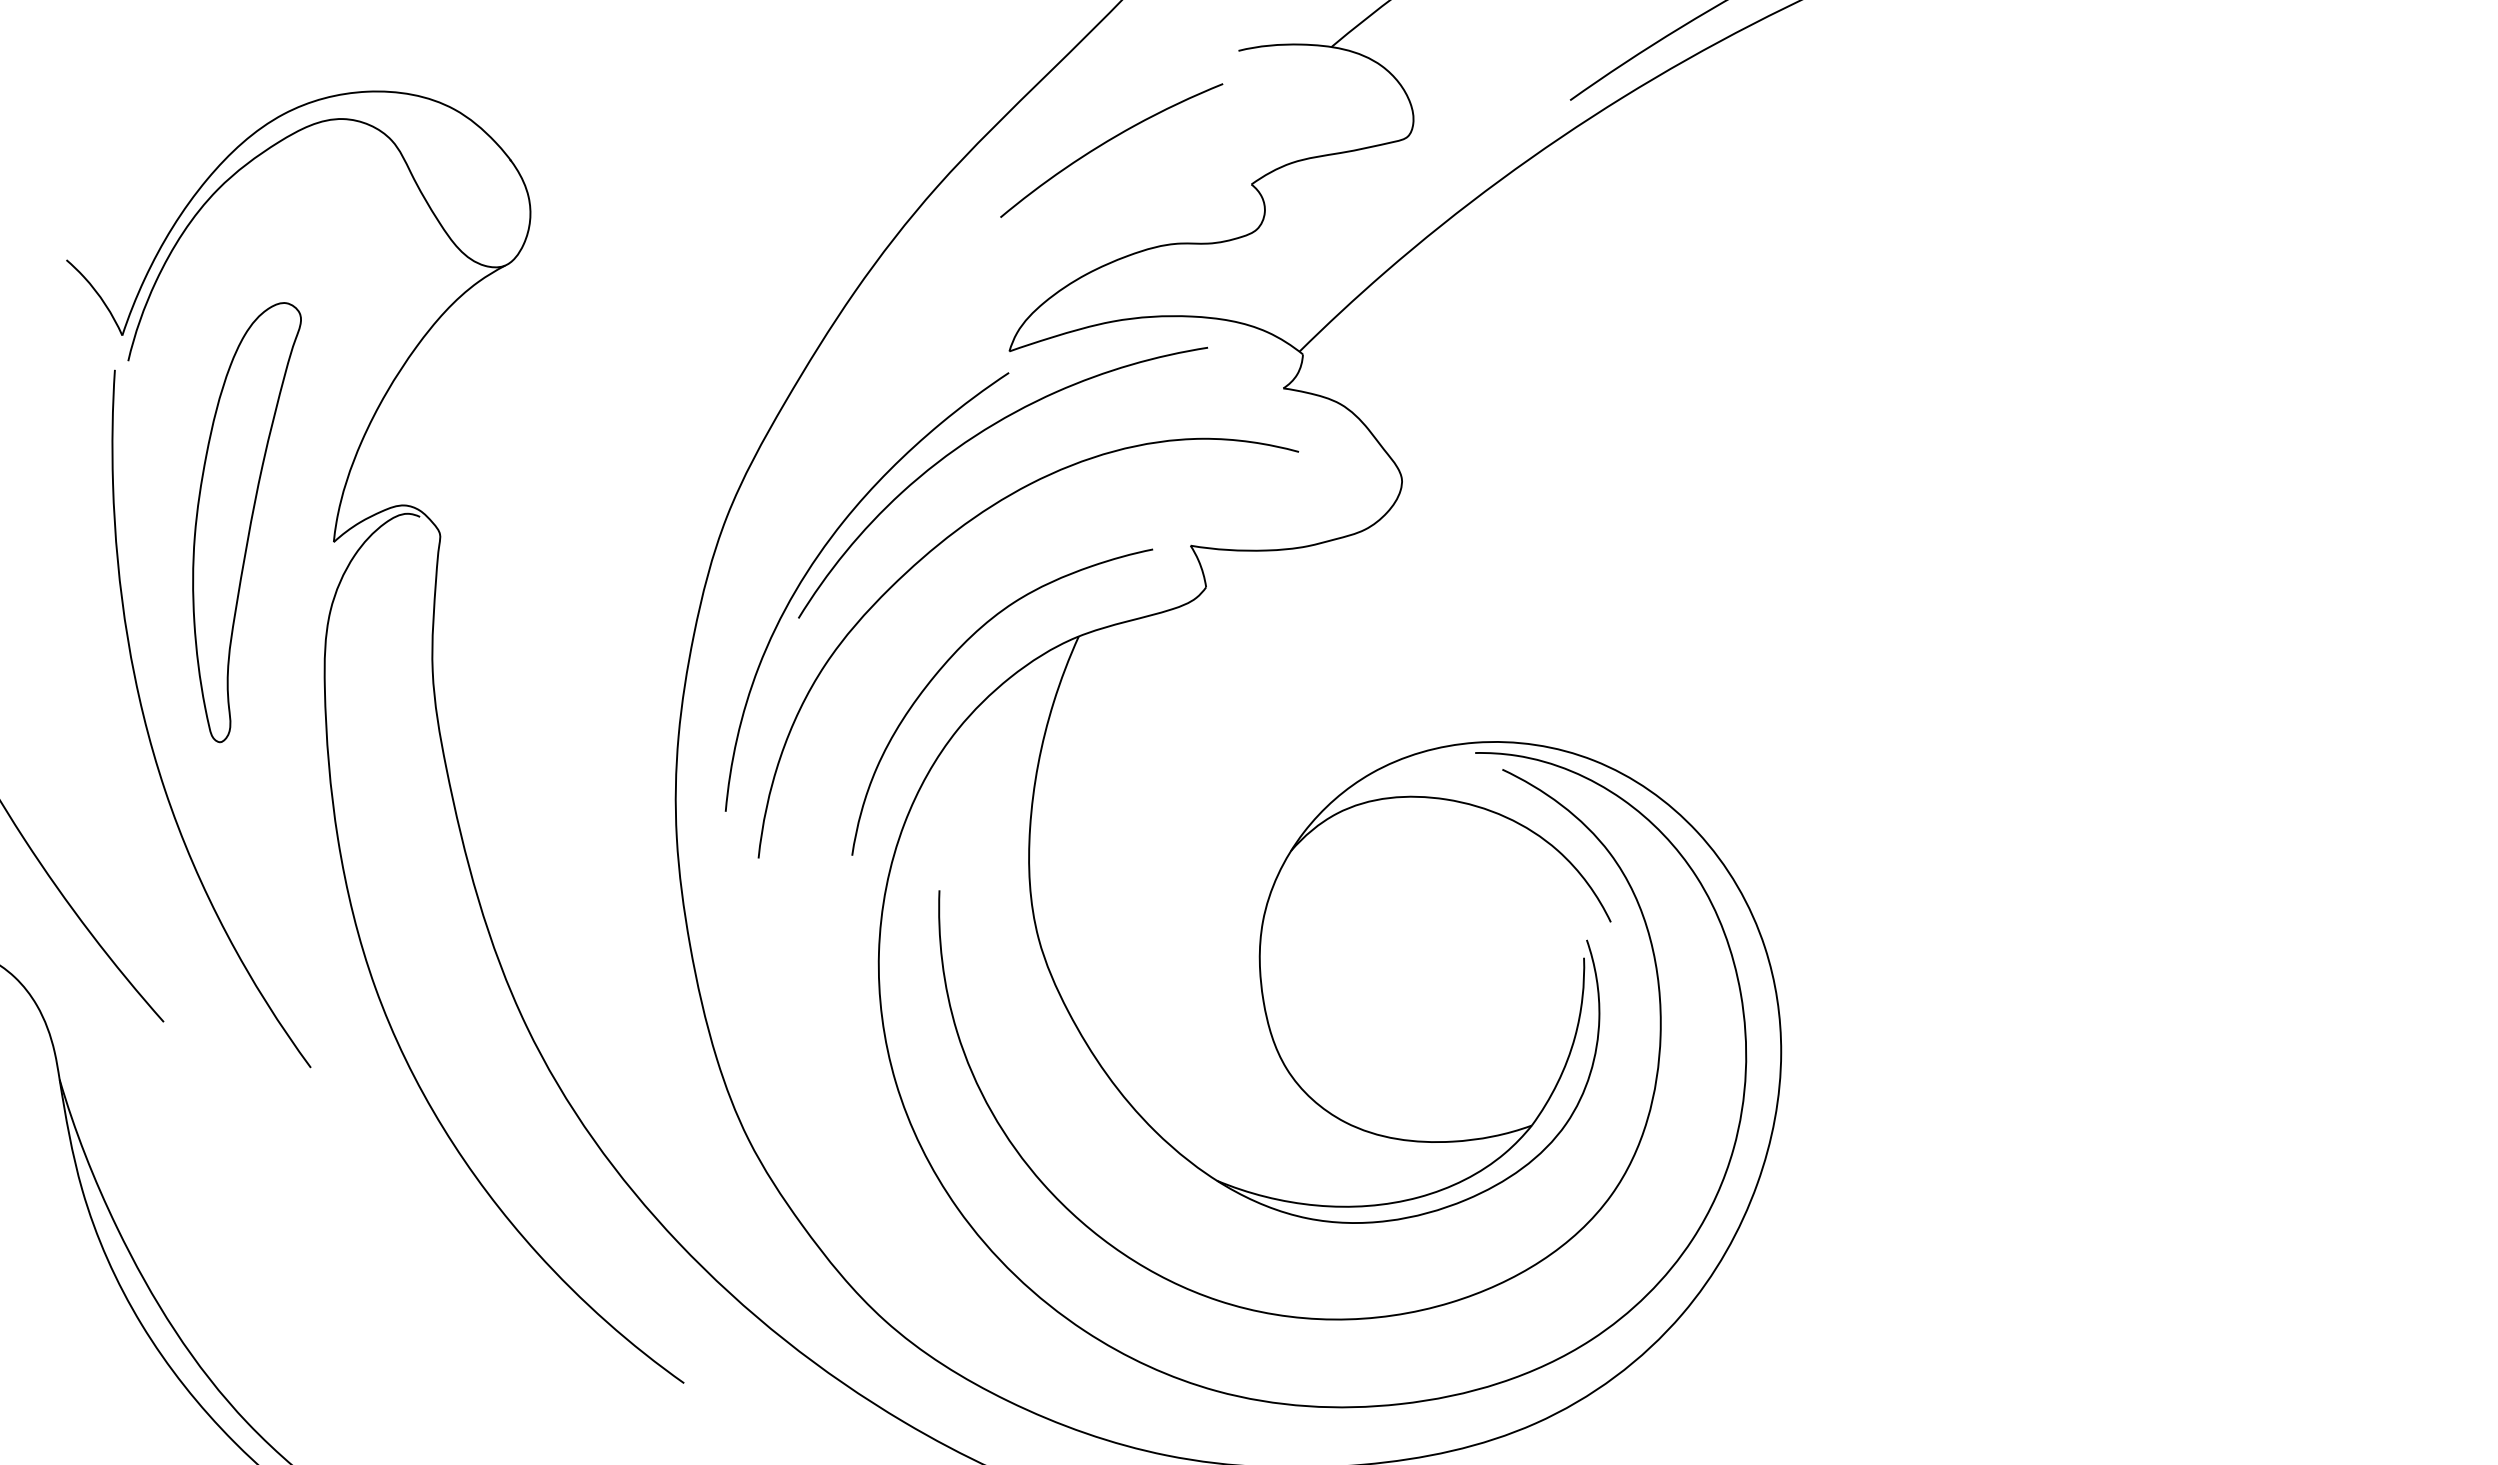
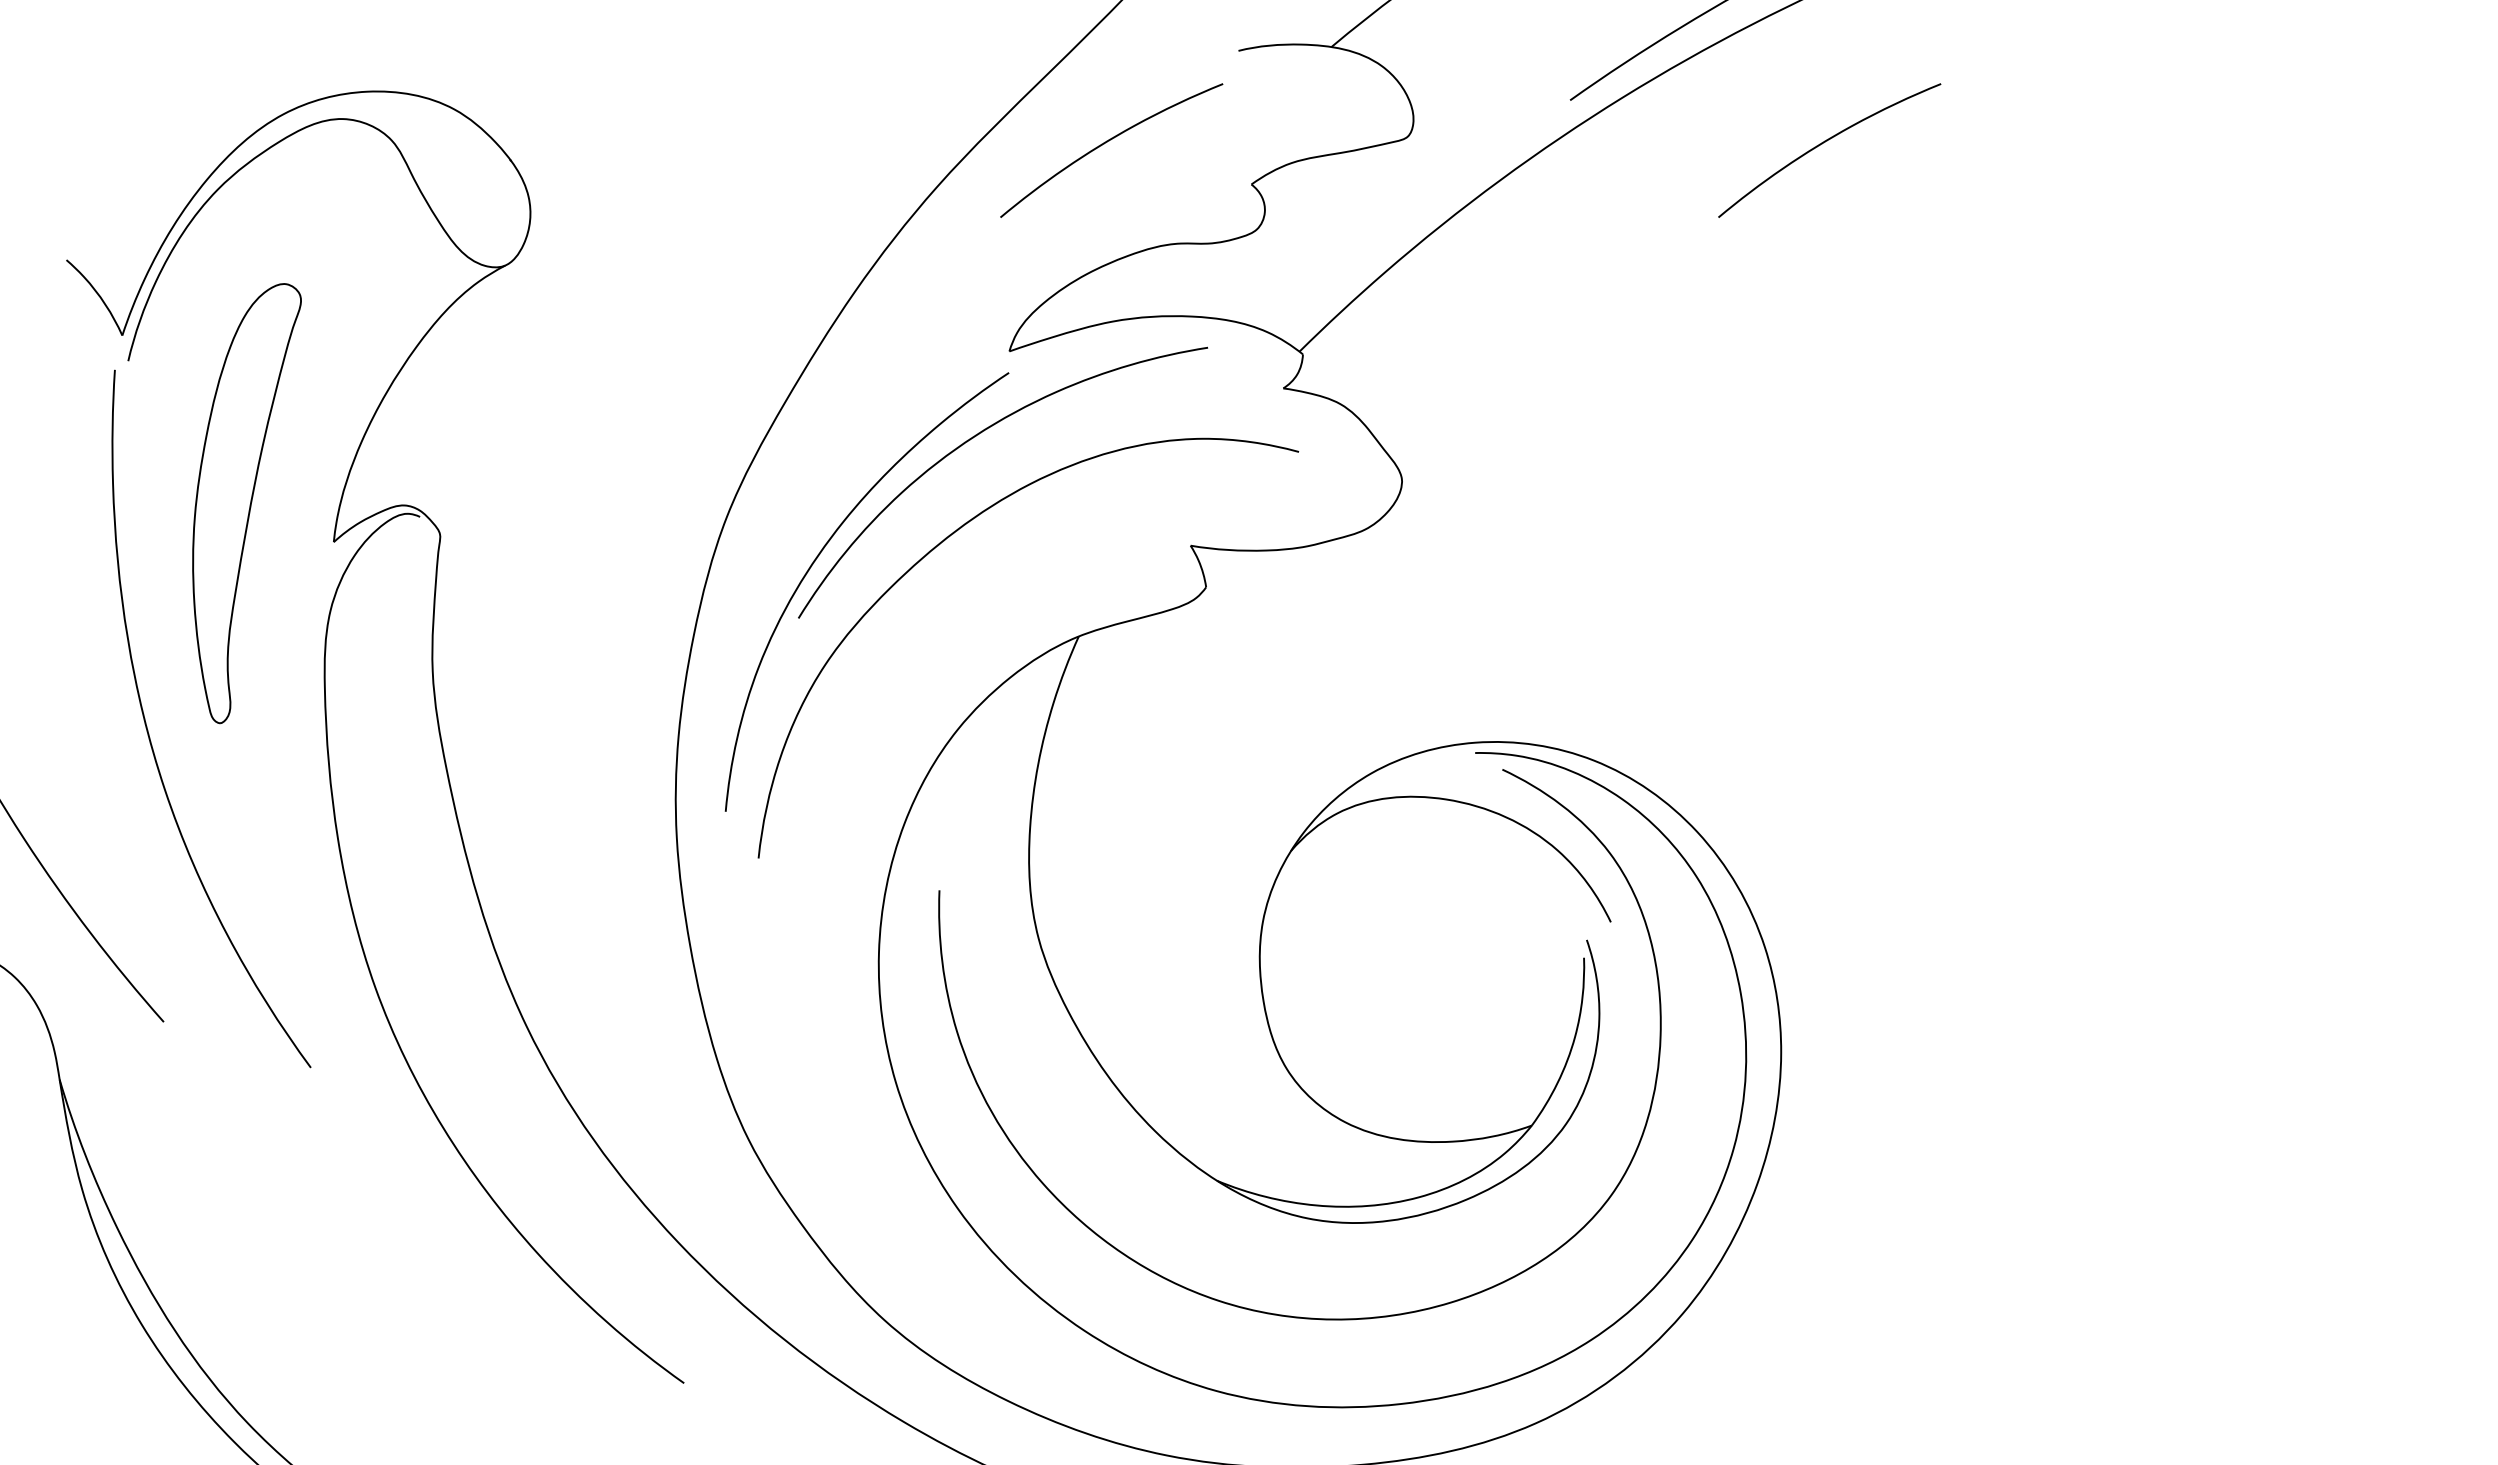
curve at (1825, 142): none -> present
part at (246, 522) position: (246, 522) -> (246, 503)
curve at (953, 656): present -> none
